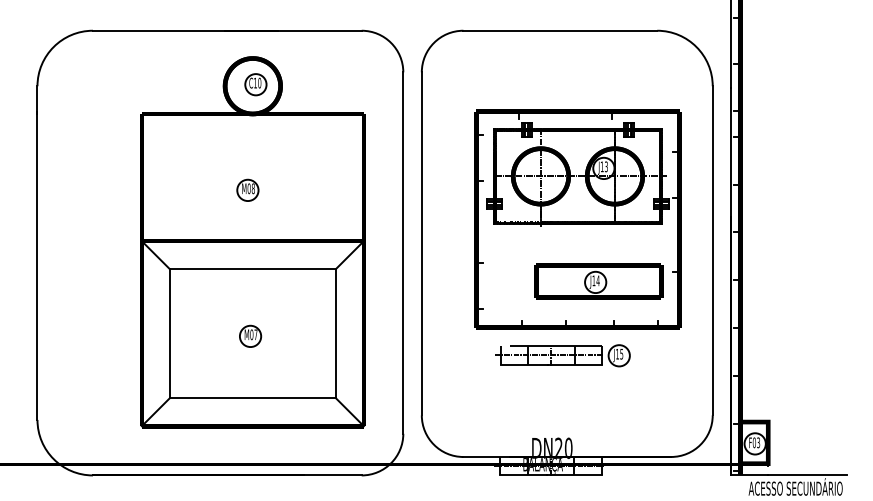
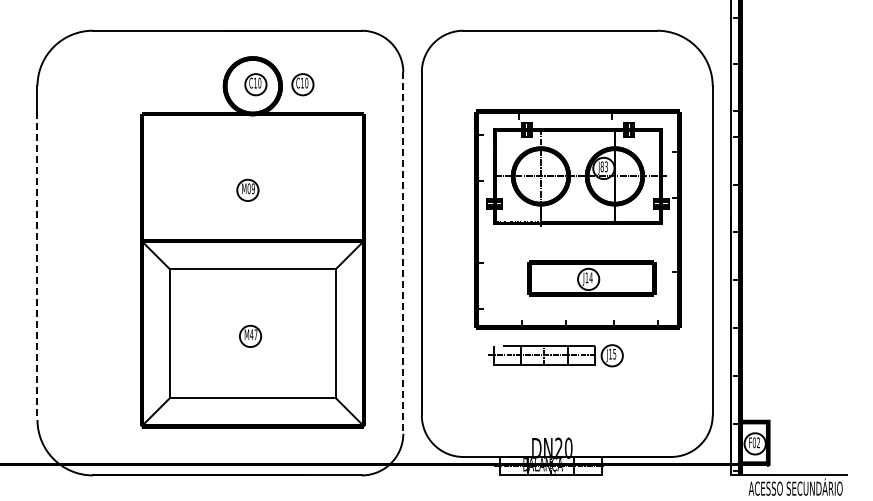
part at (302, 84): none -> present
text at (601, 166): J13 -> J83
text at (252, 189): M08 -> M09
line at (403, 253): solid -> dashed
line at (37, 266): solid -> dashed
part at (598, 281) position: (598, 281) -> (591, 278)
text at (251, 334): M07 -> M47
part at (562, 355) position: (562, 355) -> (555, 355)
text at (758, 443): F03 -> F02
